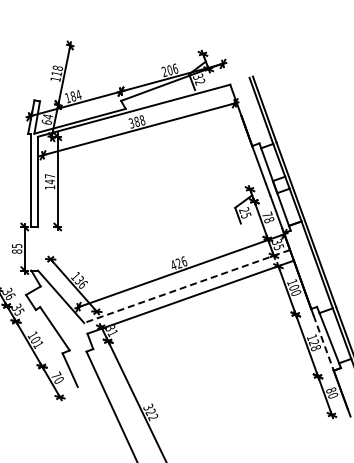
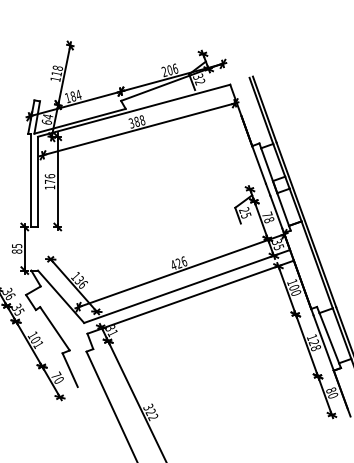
text at (49, 179): 147 -> 176
line at (186, 286): dashed -> solid
line at (323, 343): dashed -> solid
